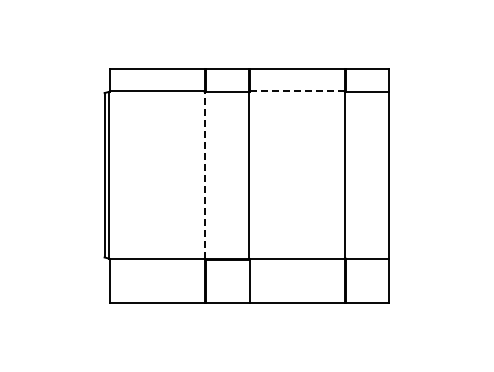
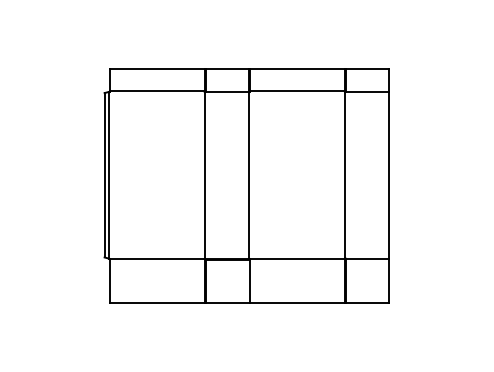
line at (297, 91): dashed -> solid
line at (205, 175): dashed -> solid
